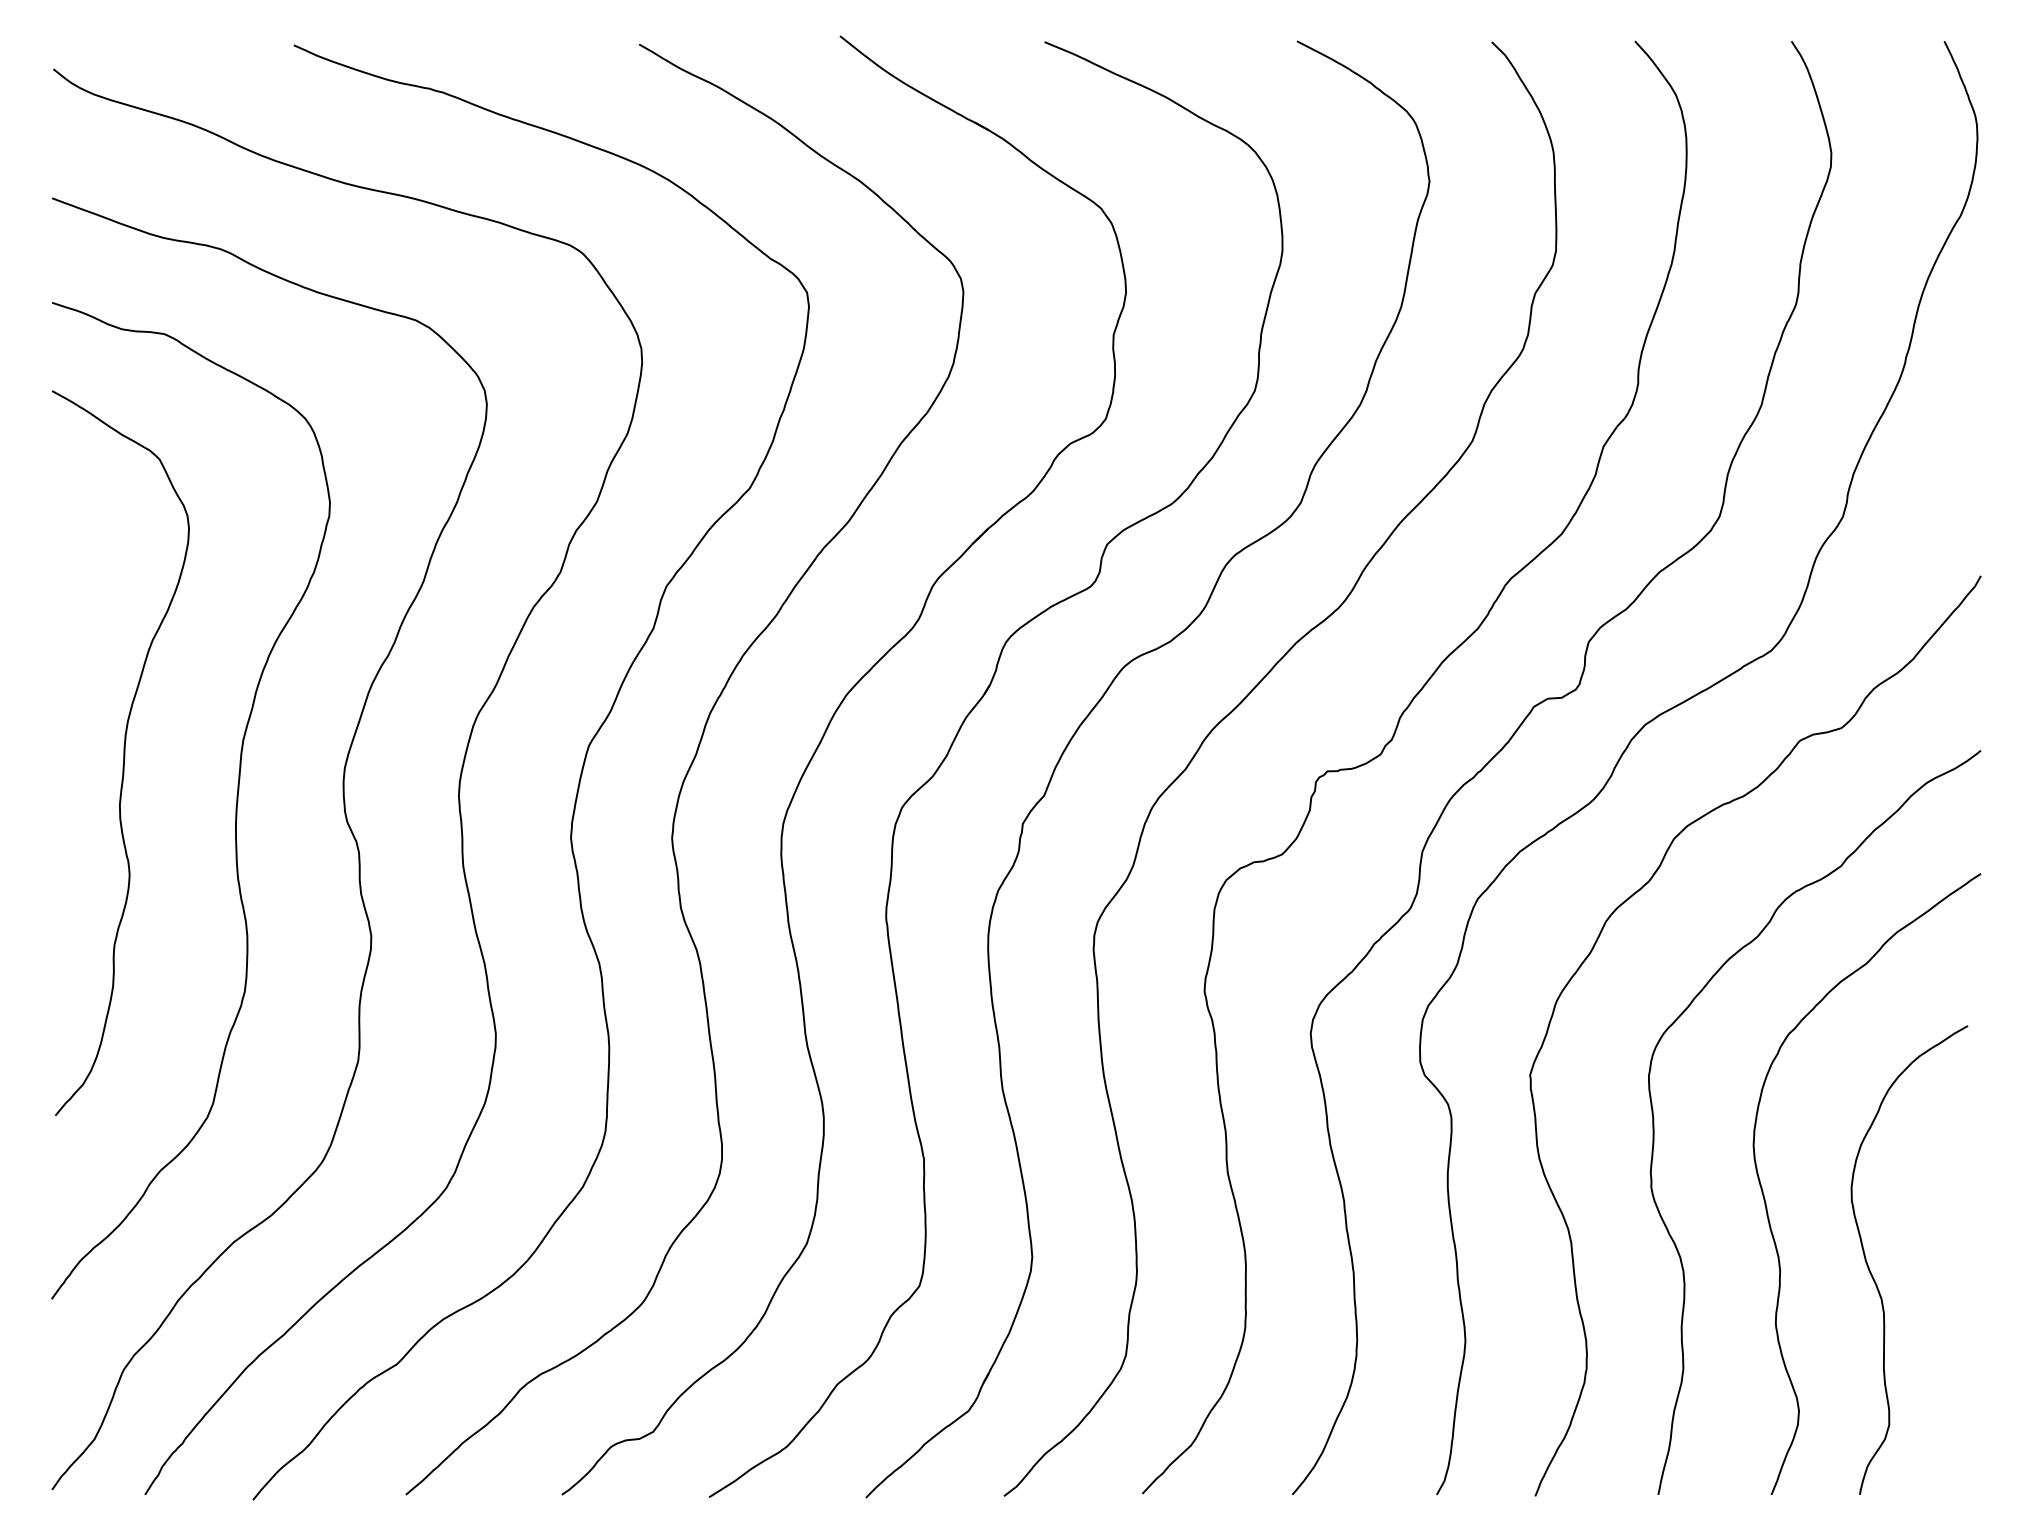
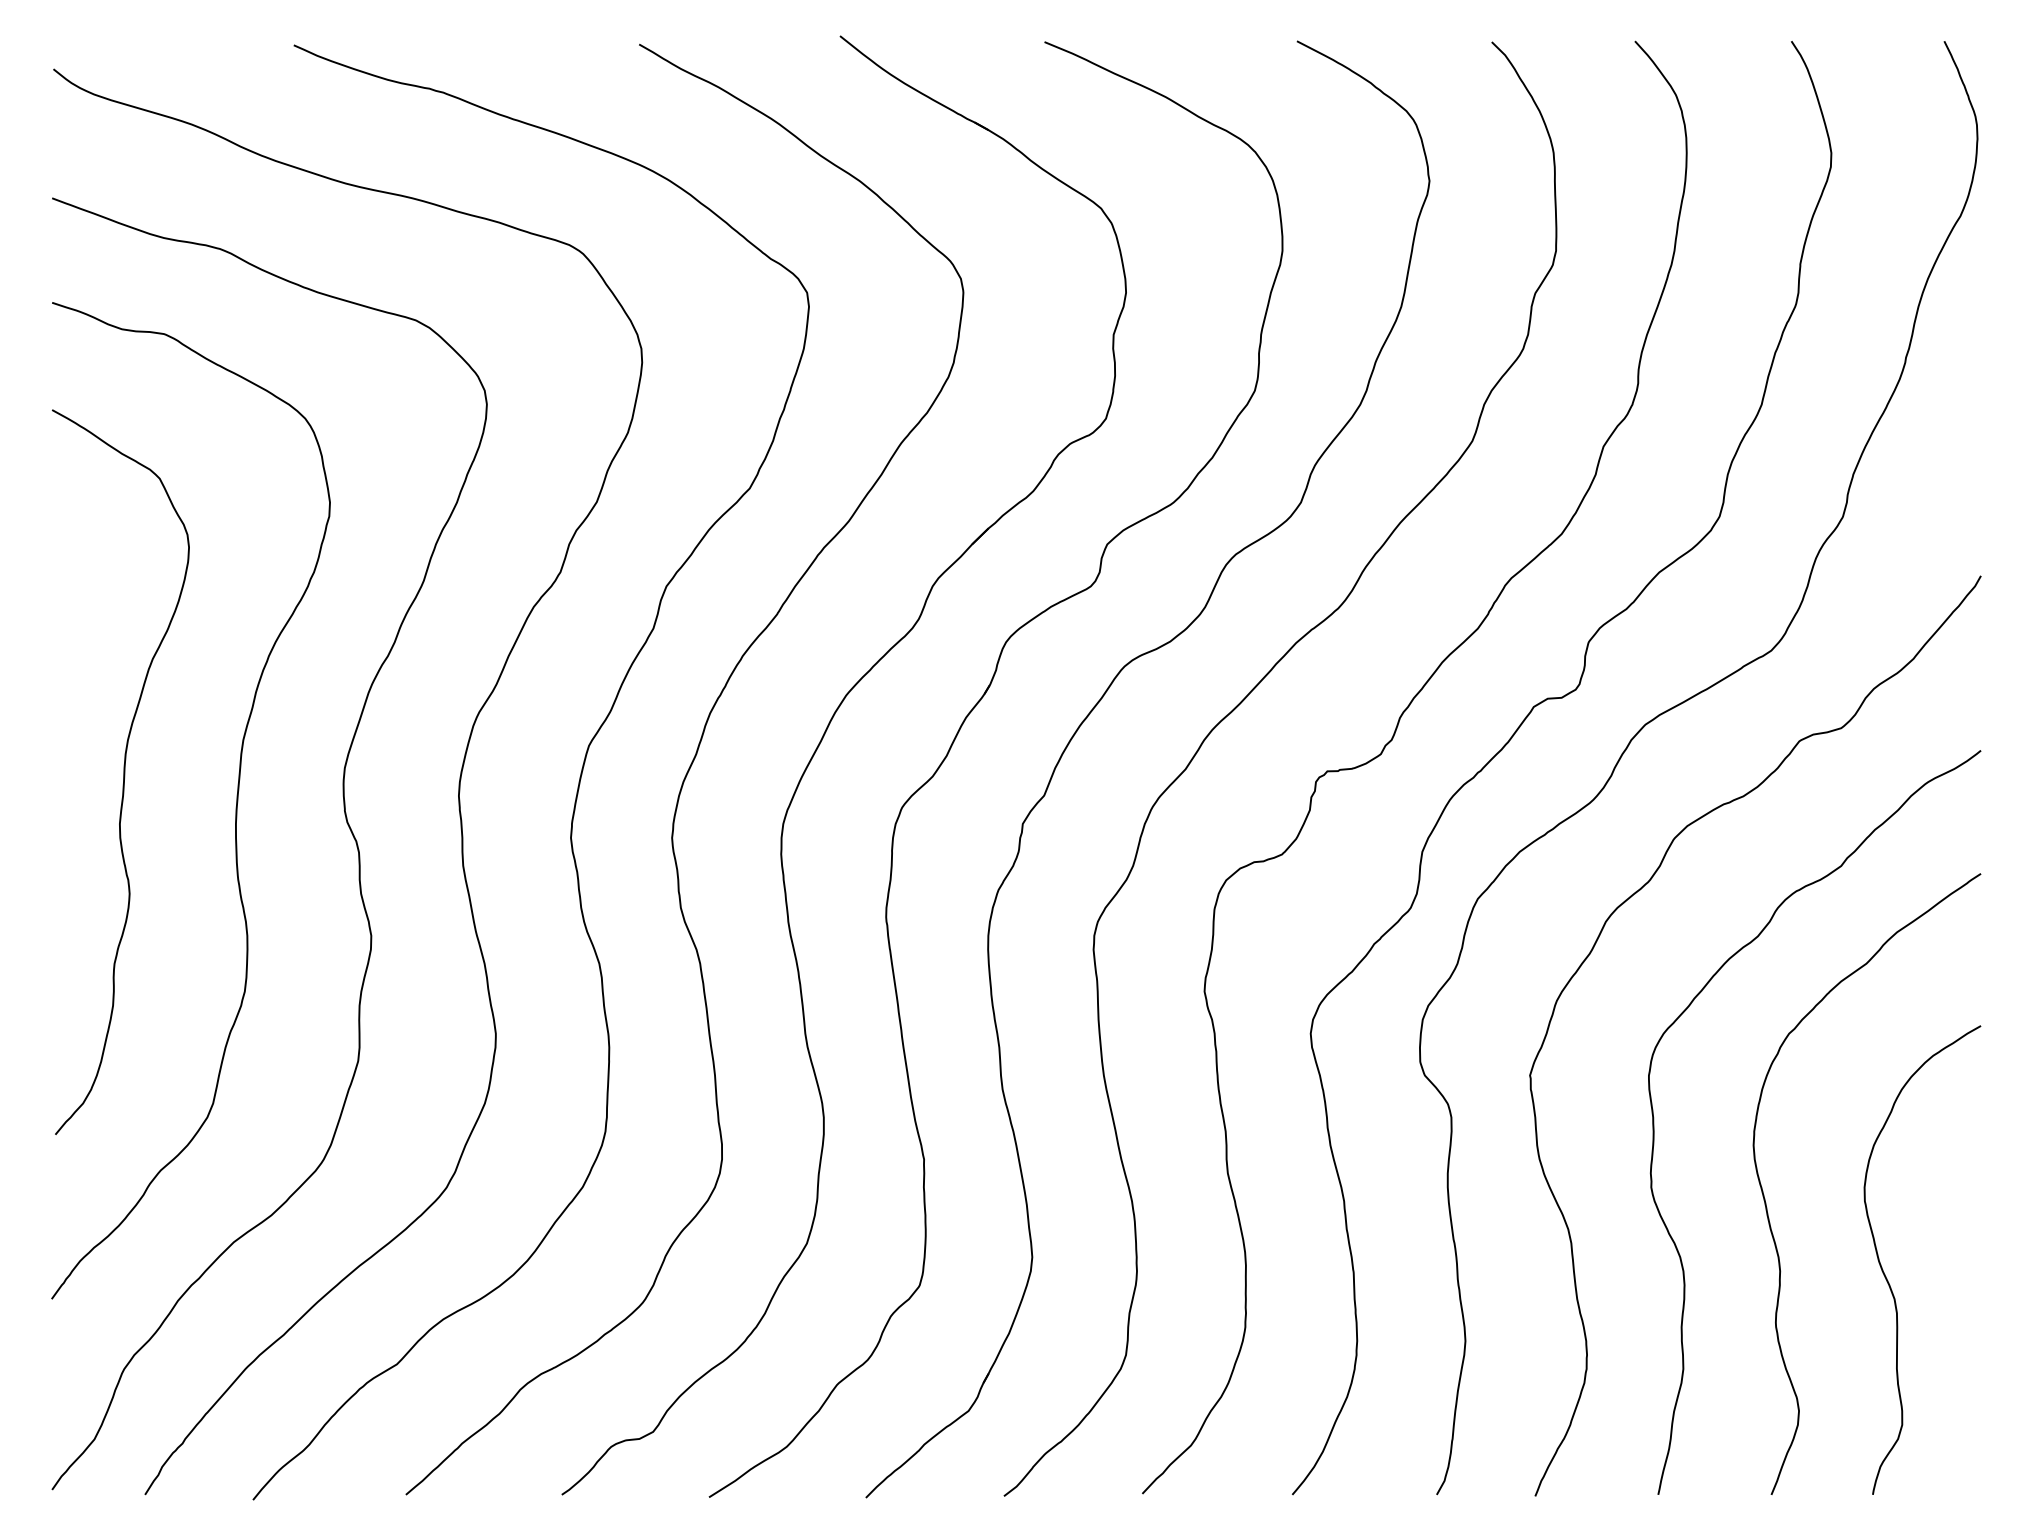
curve at (123, 752) position: (123, 752) -> (123, 771)
curve at (1873, 1276) position: (1873, 1276) -> (1886, 1276)
